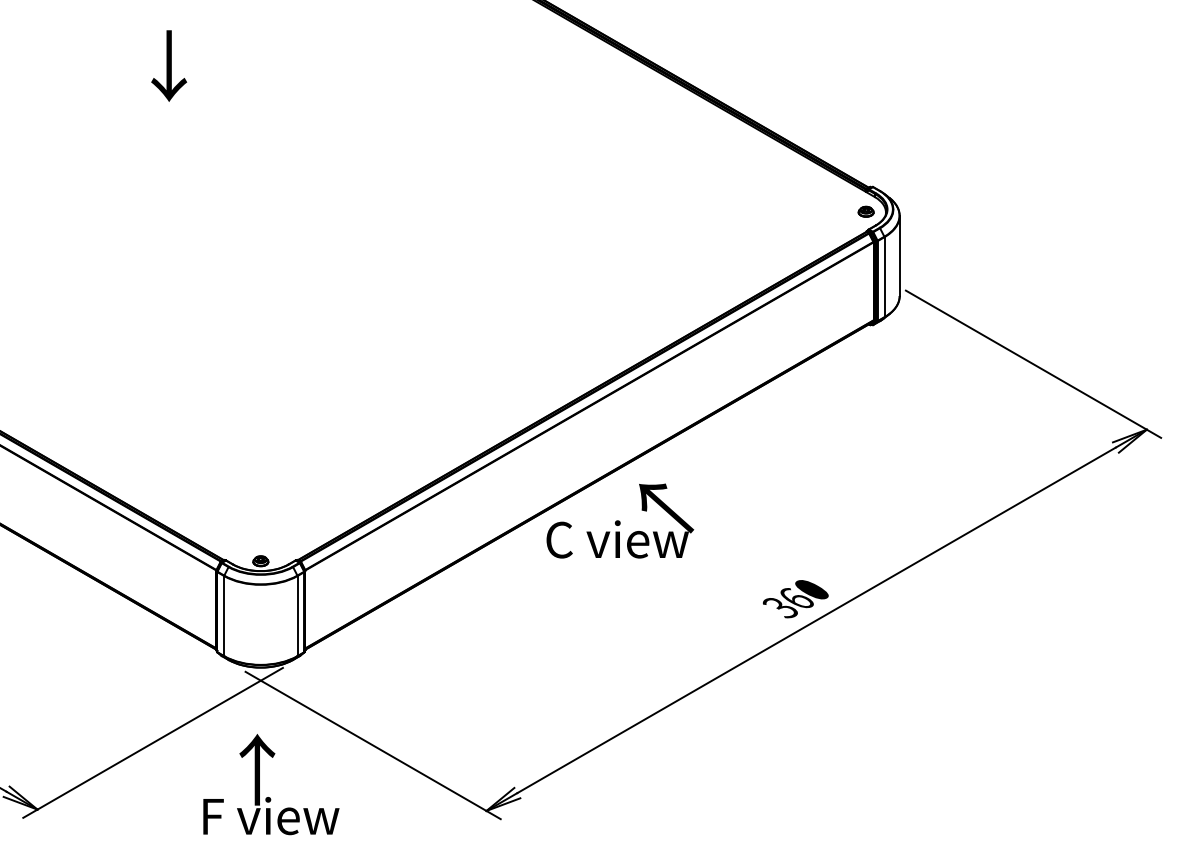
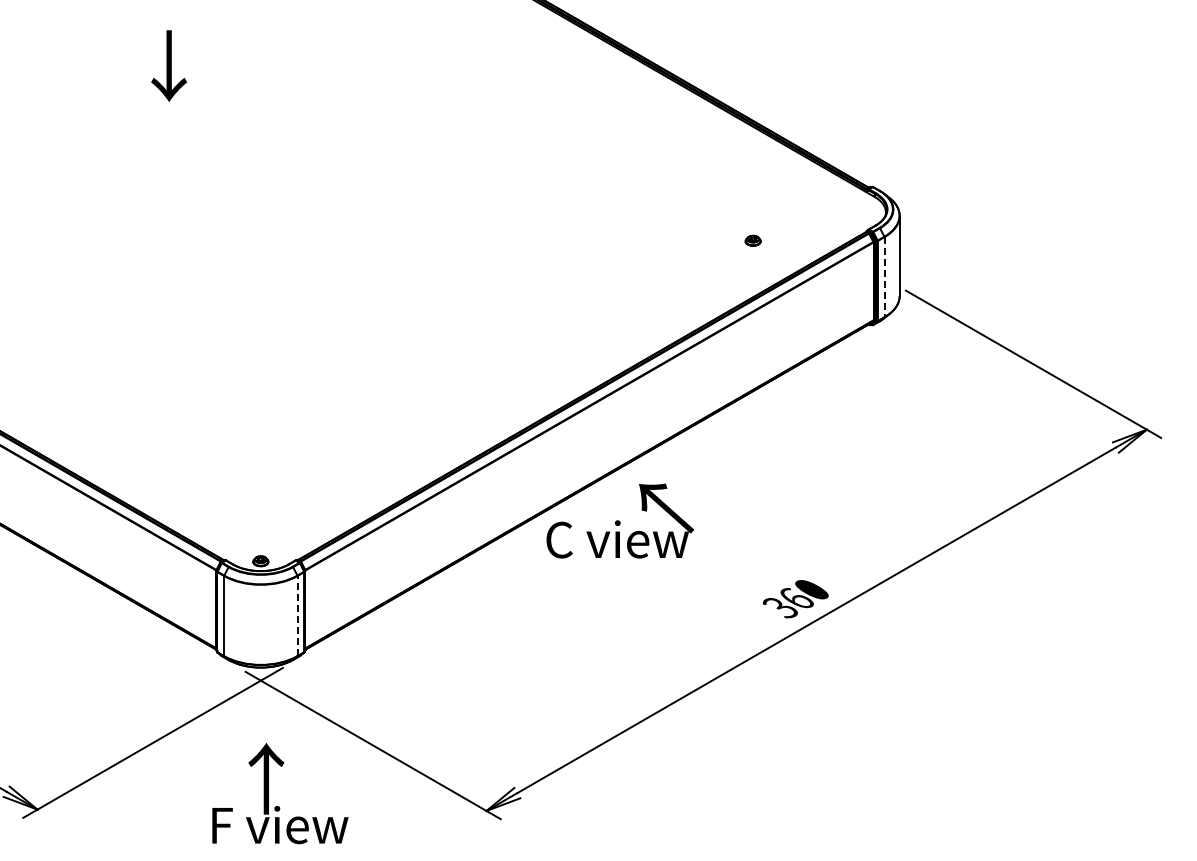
part at (865, 211) position: (865, 211) -> (752, 240)
line at (884, 277): solid -> dashed
line at (297, 615): solid -> dashed
text at (271, 784) position: (271, 784) -> (280, 793)
